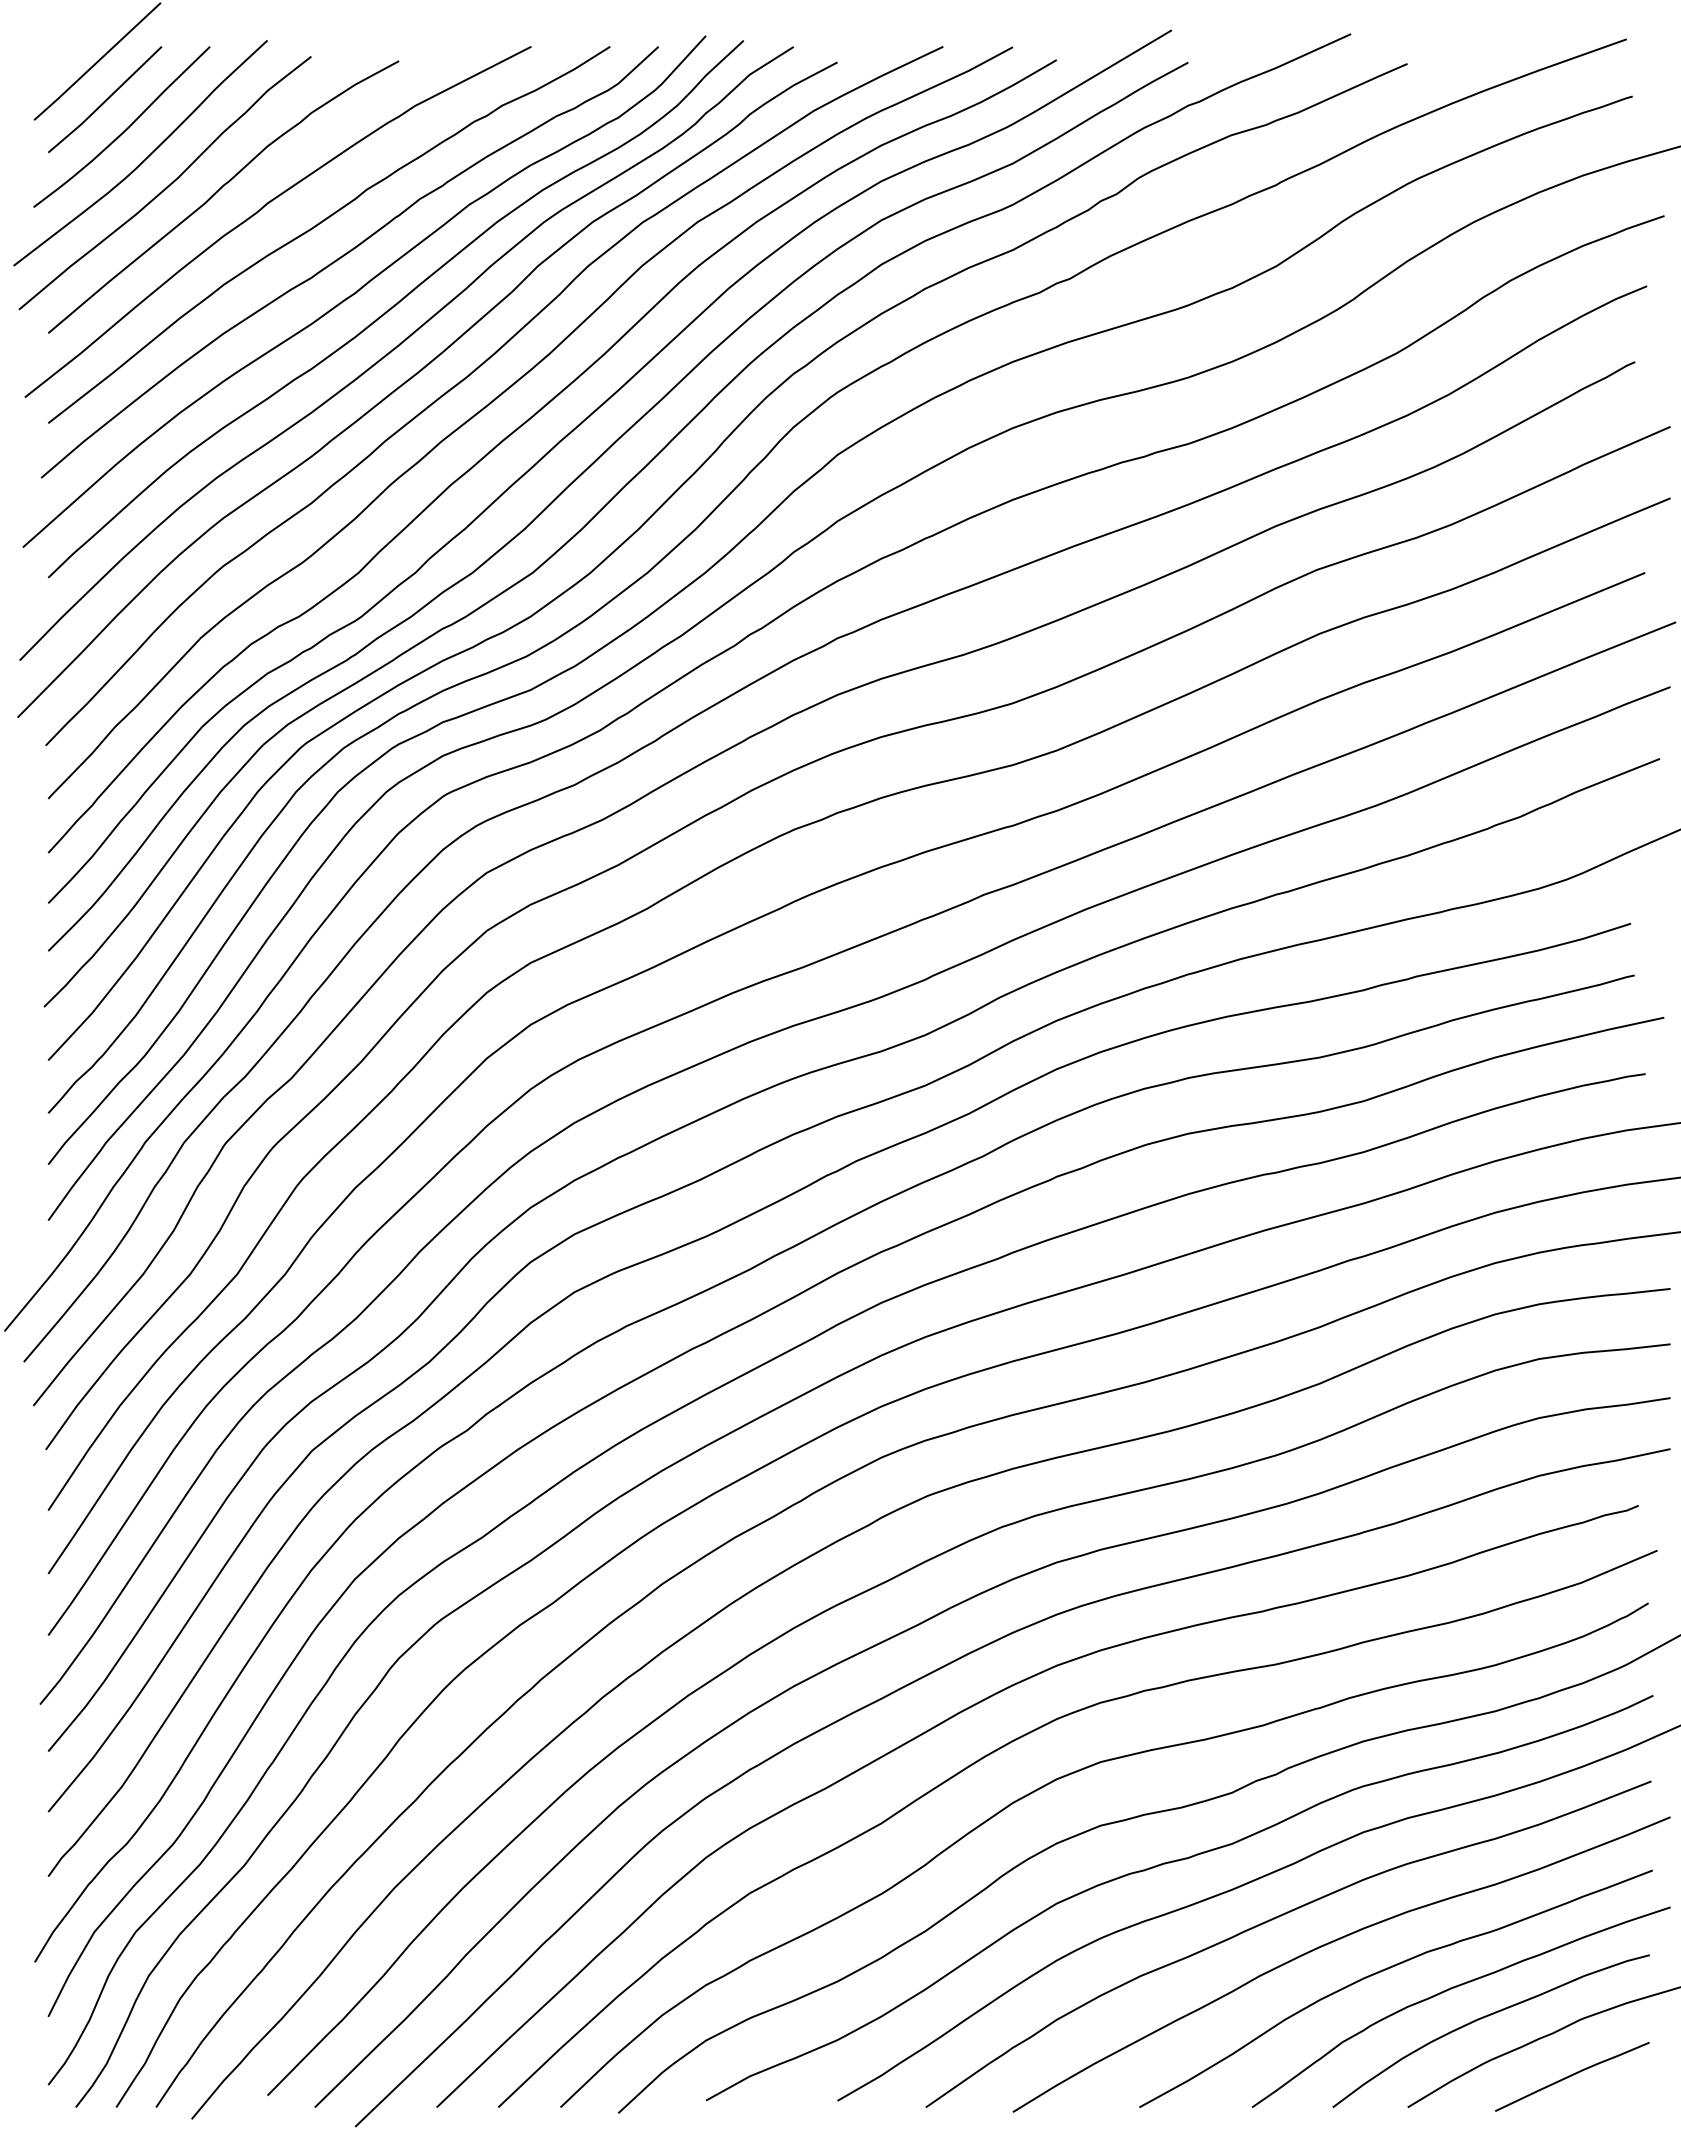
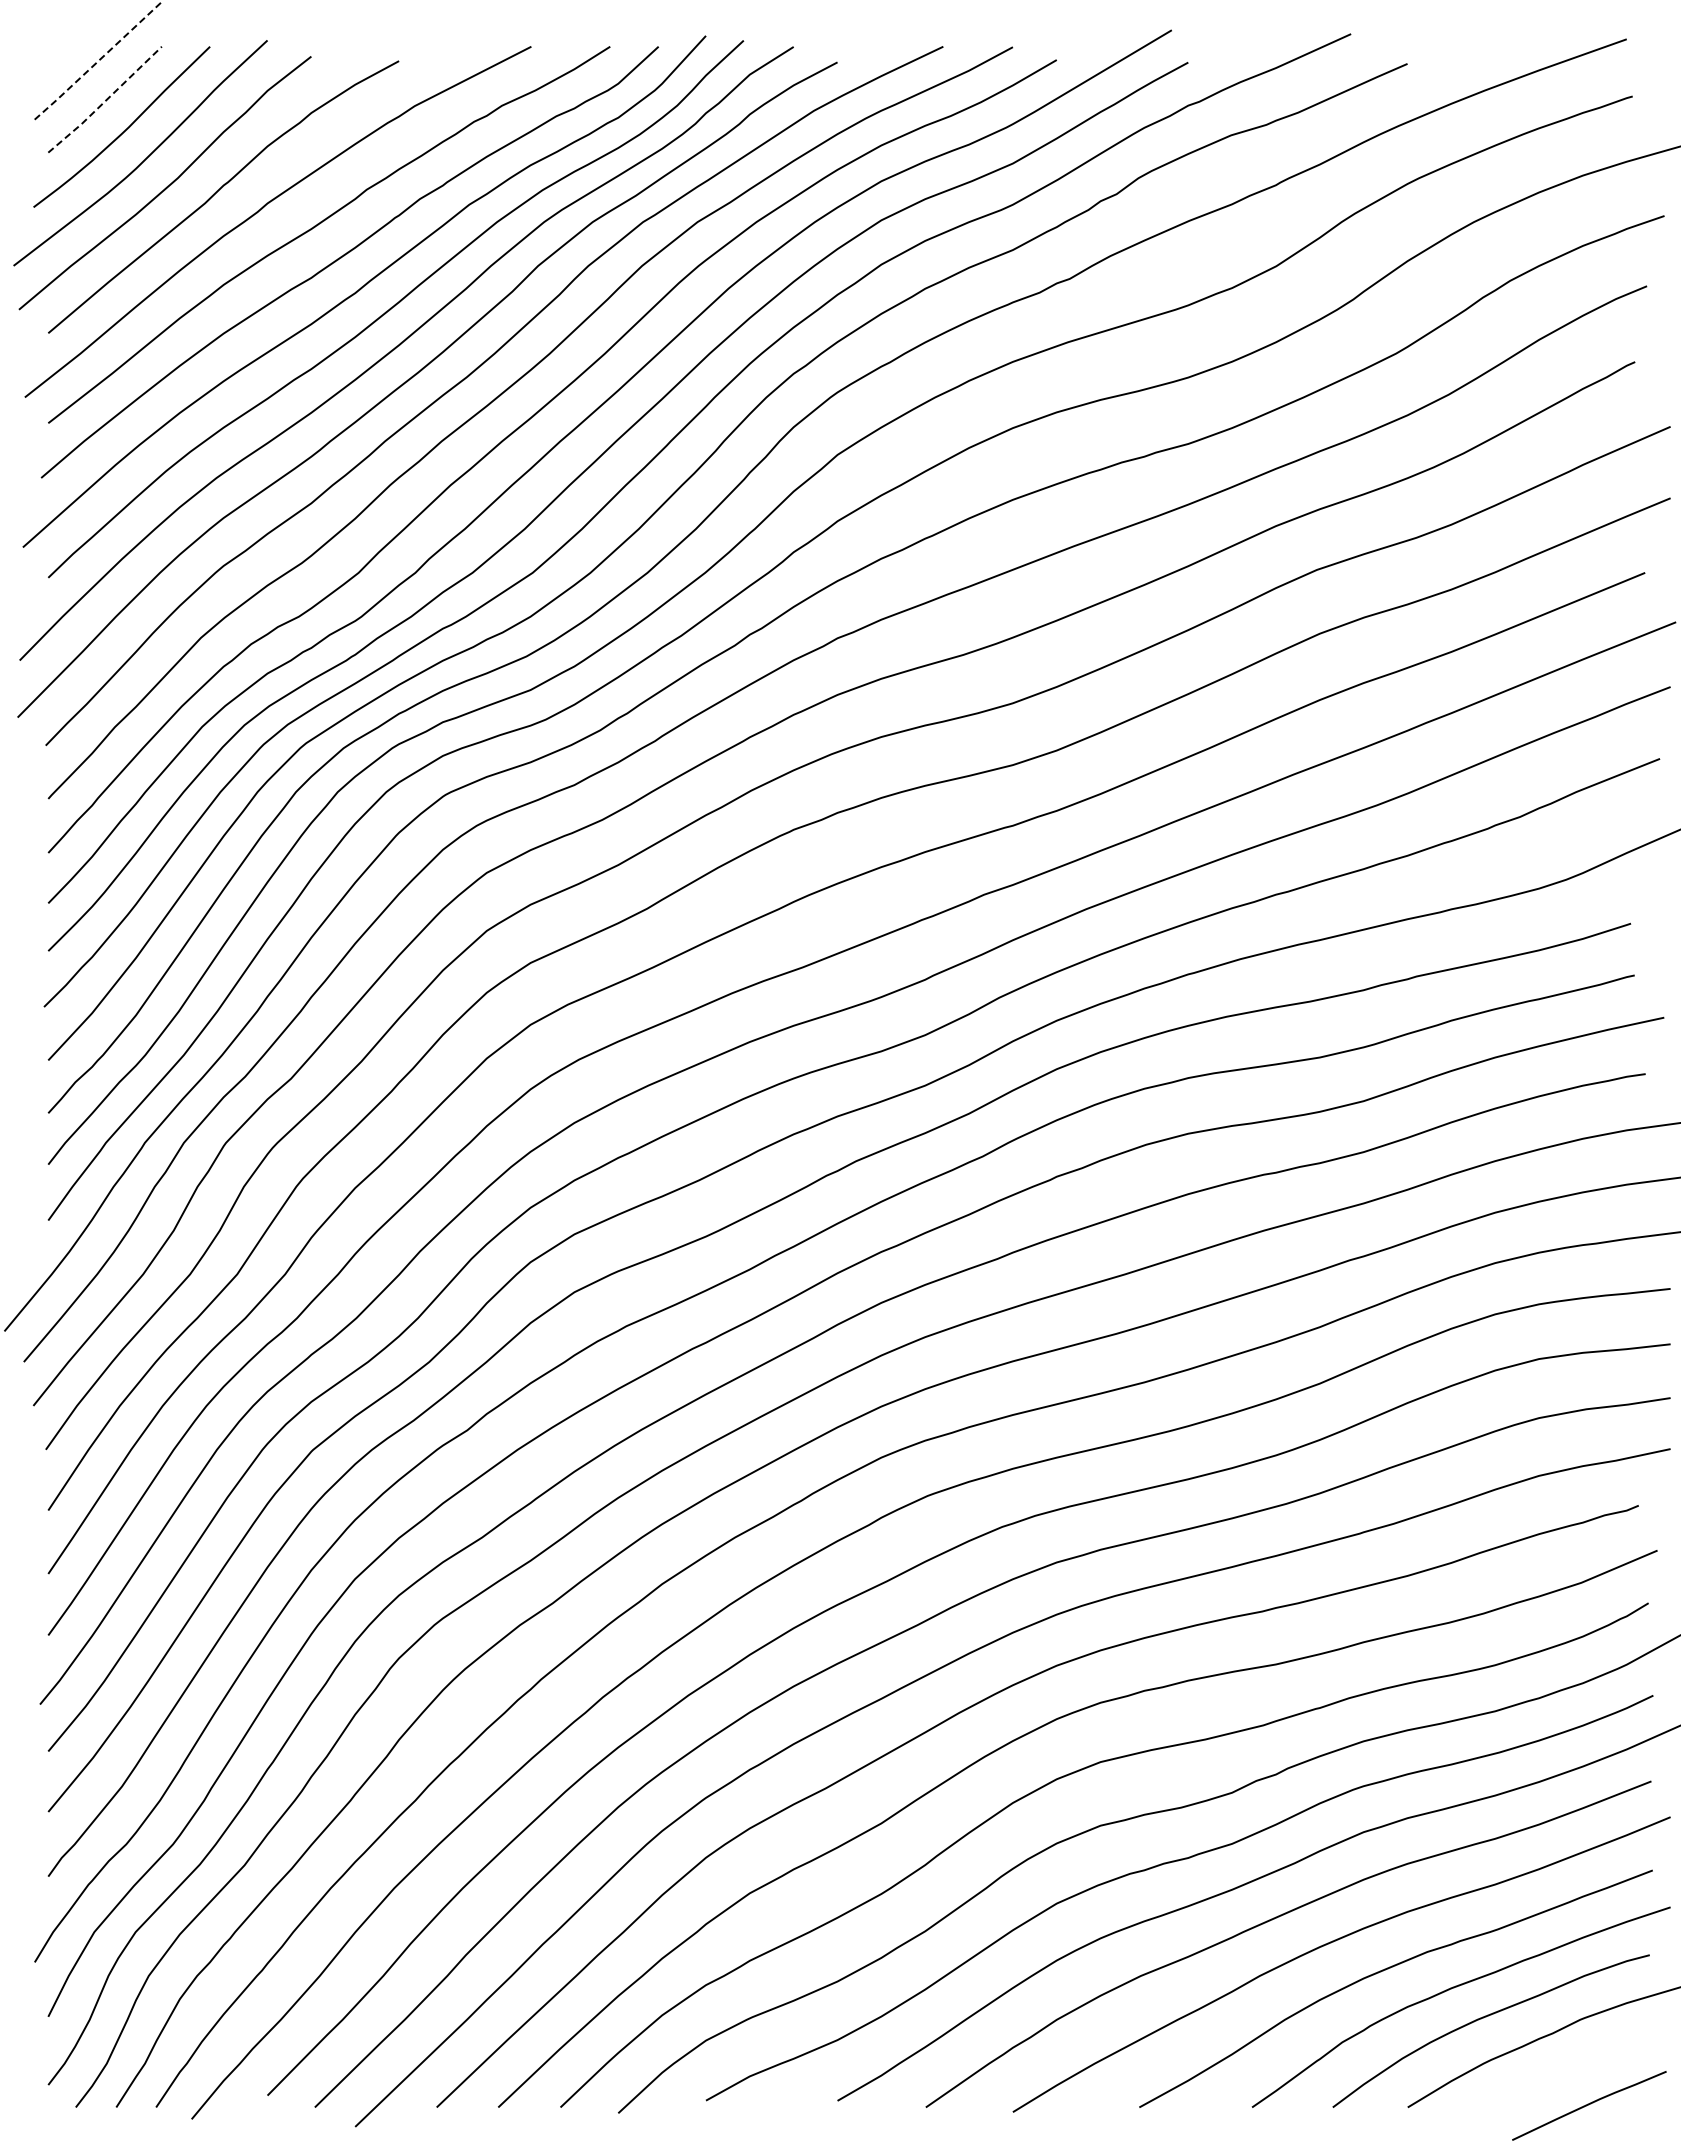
line at (96, 62): solid -> dashed
line at (105, 101): solid -> dashed
curve at (1572, 2075) position: (1572, 2075) -> (1589, 2104)
